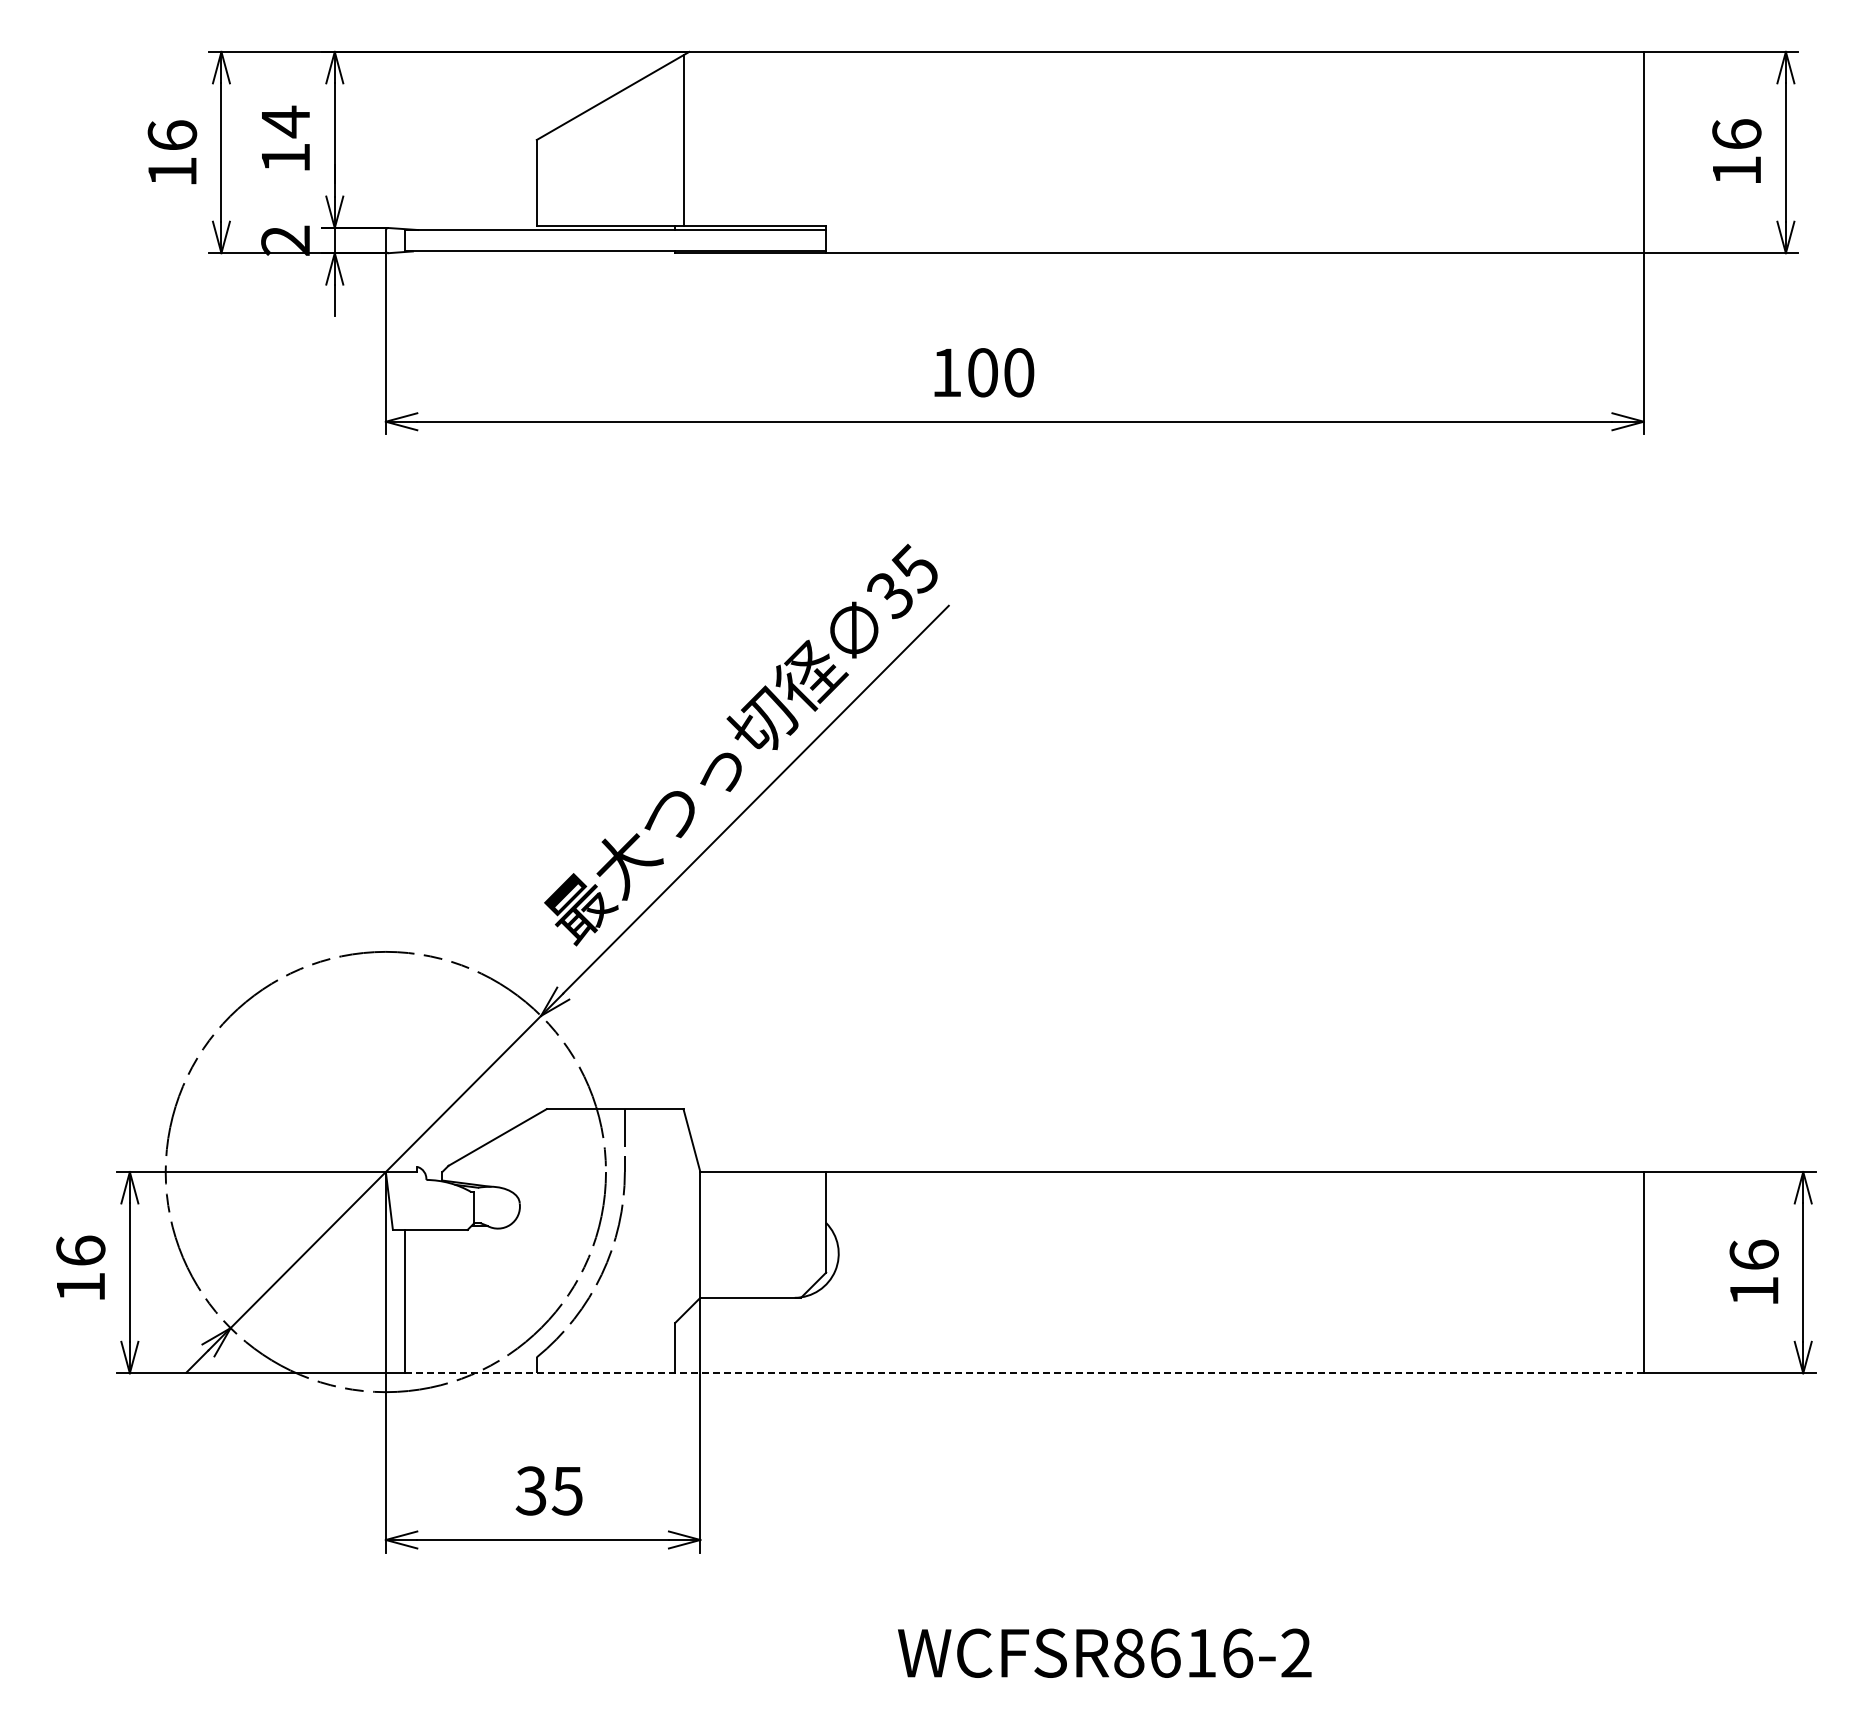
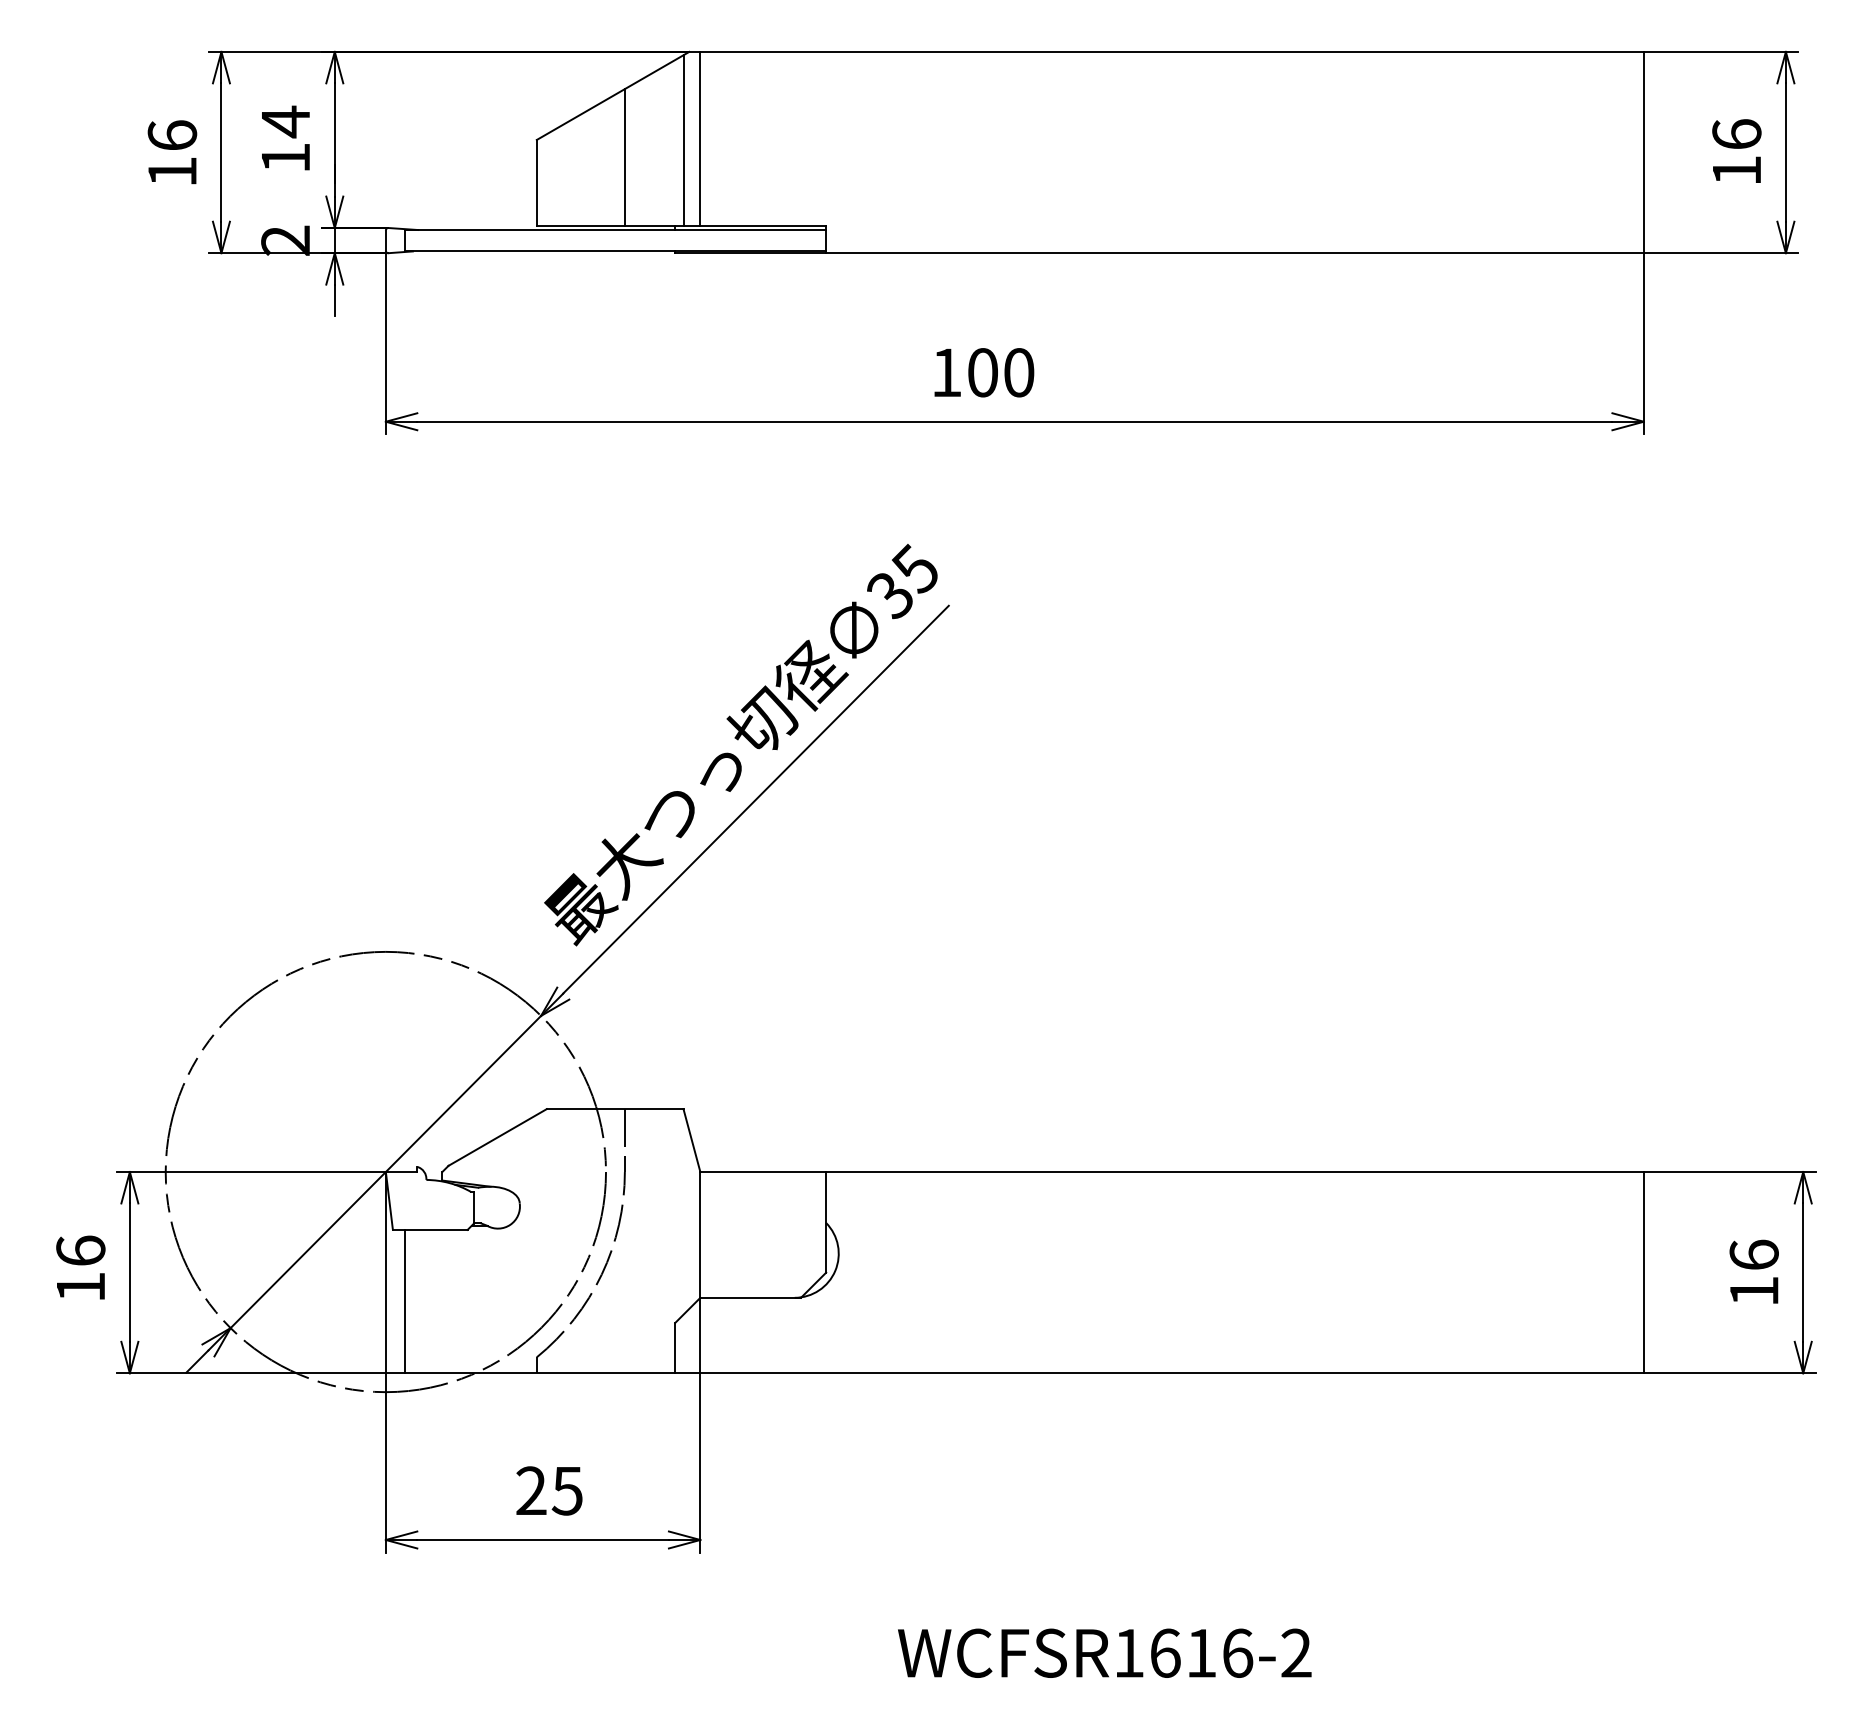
line at (700, 138): none -> present
line at (624, 157): none -> present
line at (1024, 1373): dashed -> solid
text at (530, 1490): 35 -> 25
text at (1129, 1652): WCFSR8616-2 -> WCFSR1616-2
